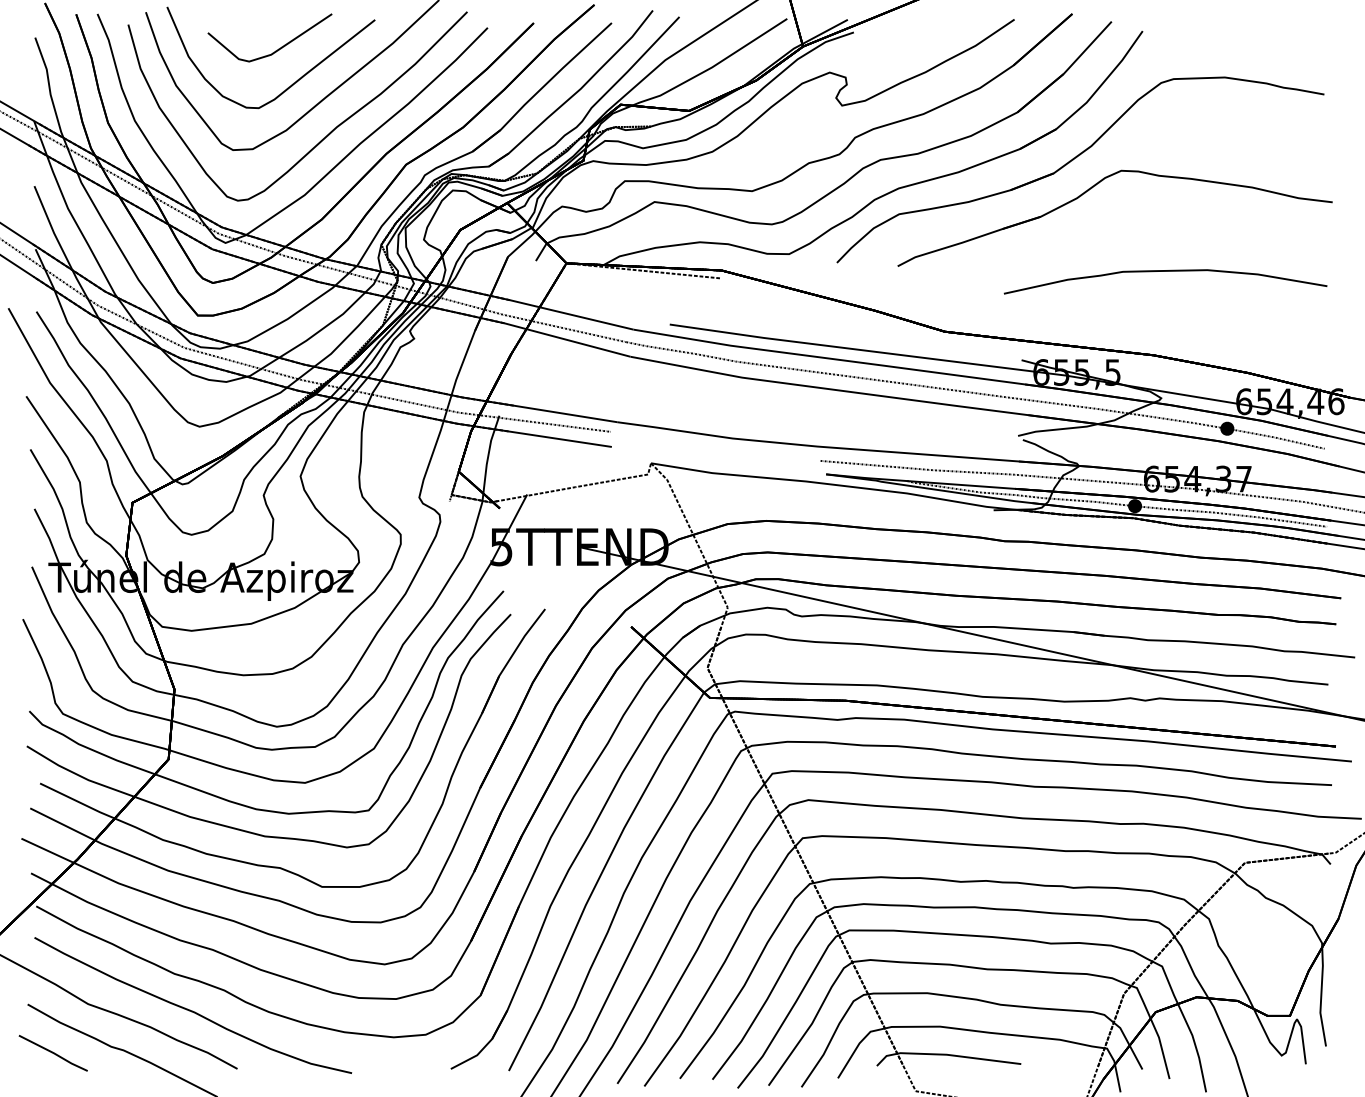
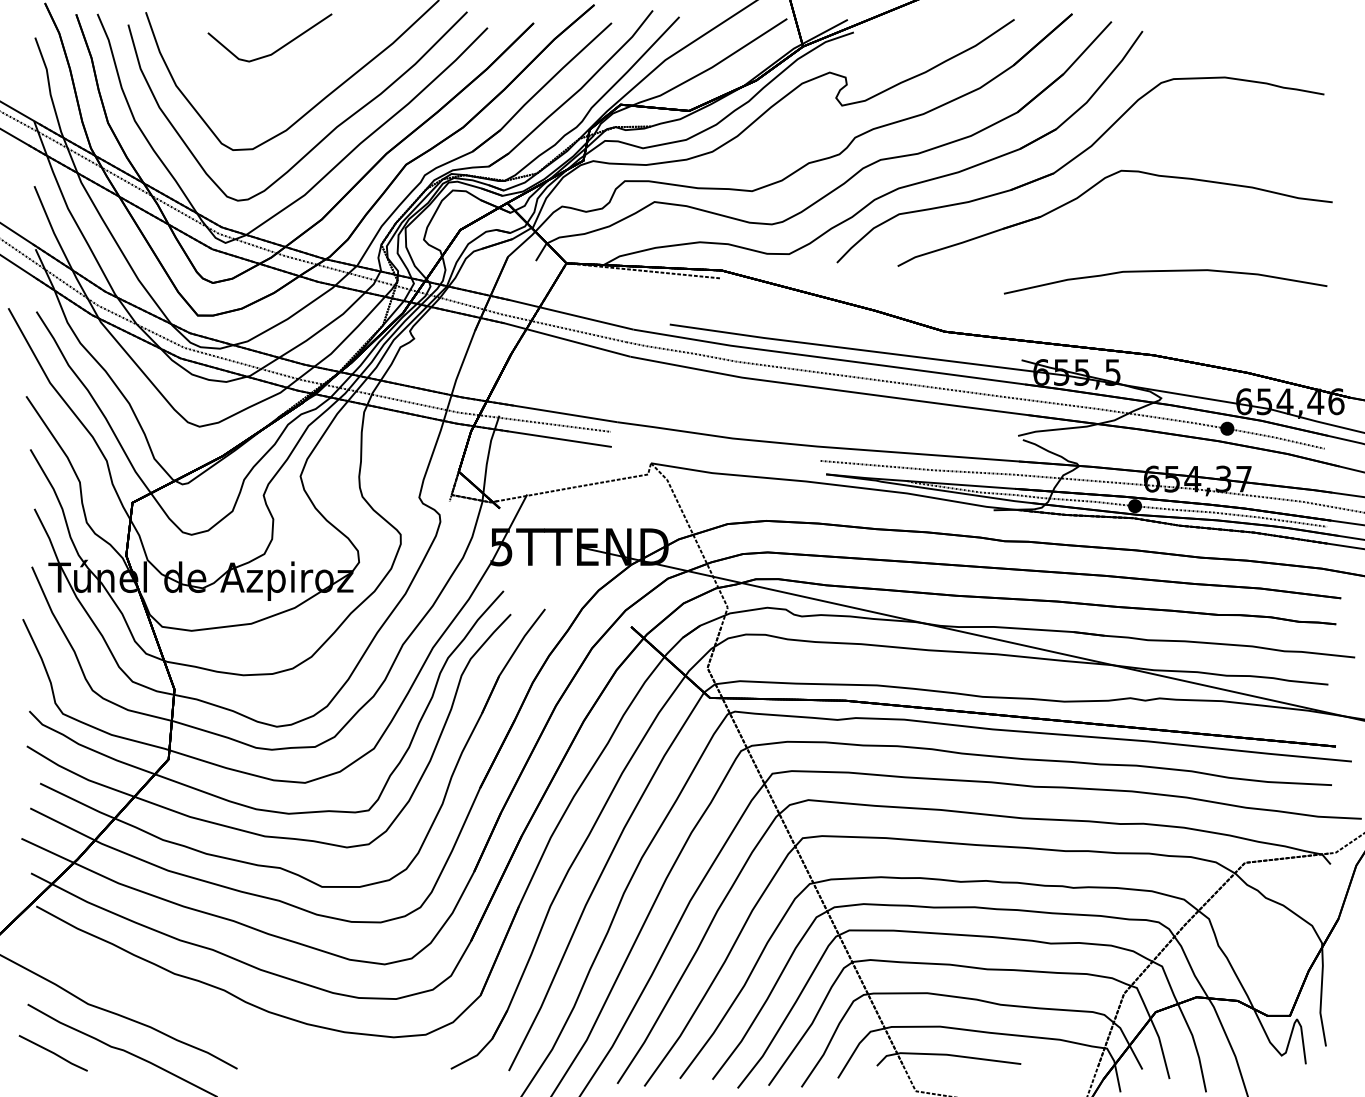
curve at (292, 83): present -> none
curve at (190, 1009): present -> none
